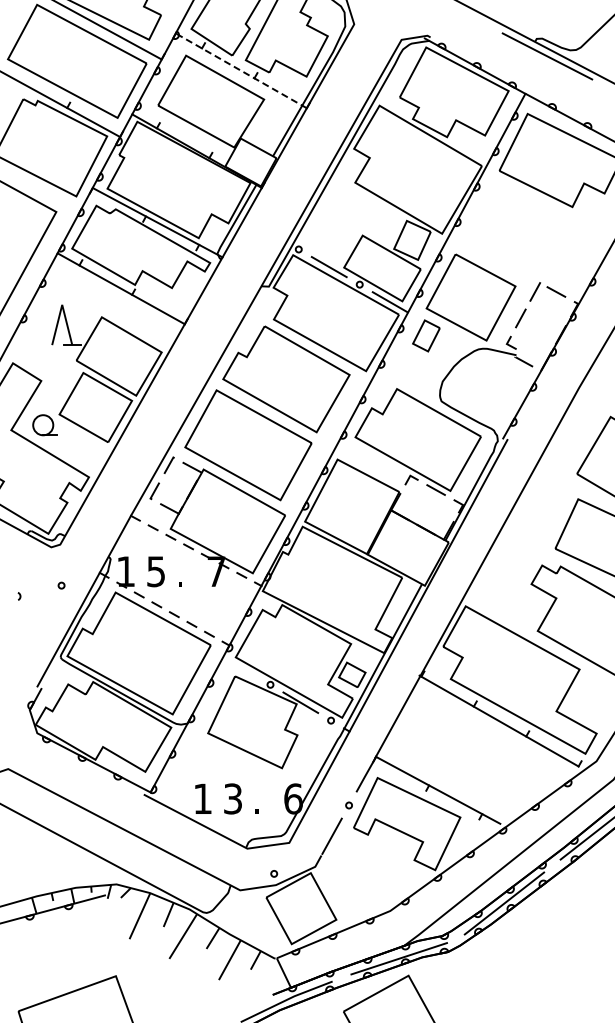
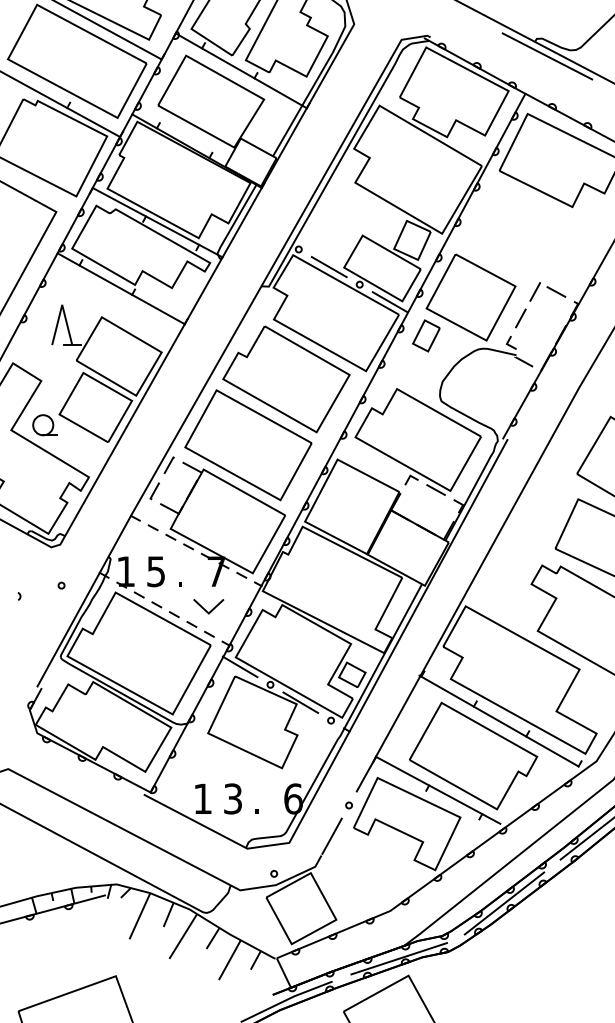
line at (240, 70): dashed -> solid
line at (207, 610): none -> present
line at (239, 666): none -> present
part at (473, 755): none -> present
